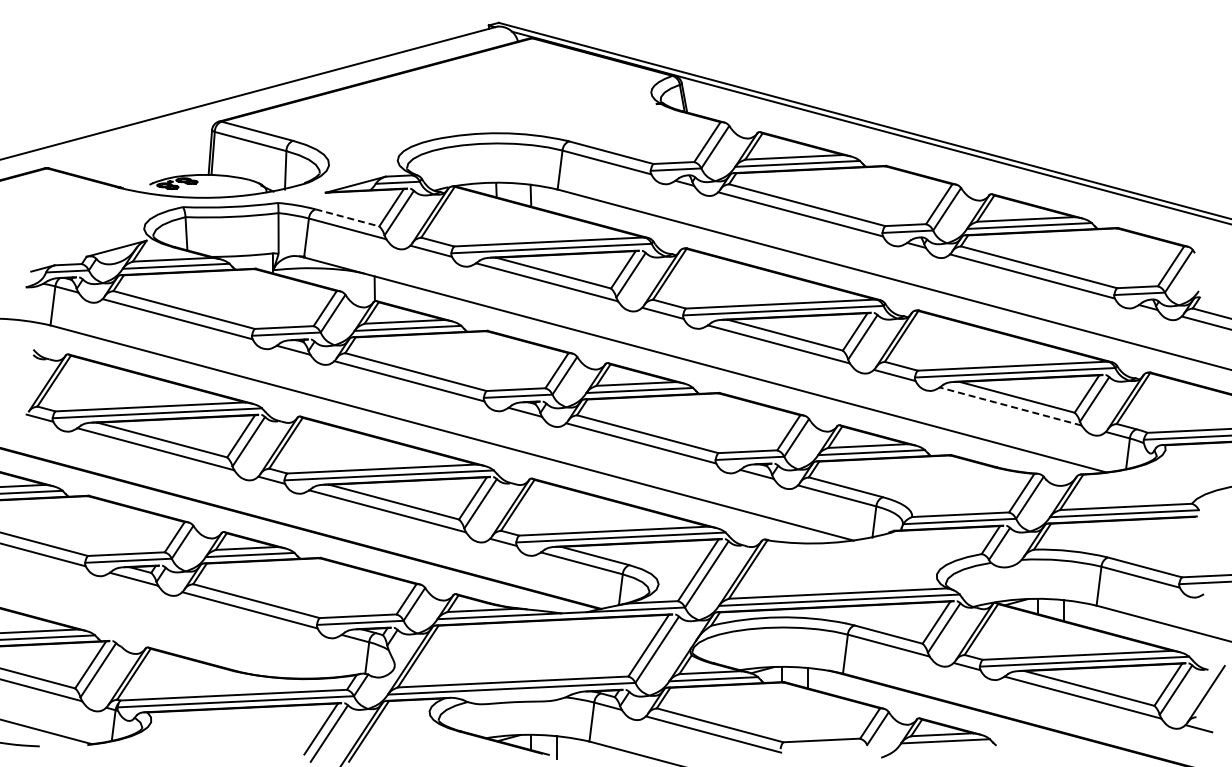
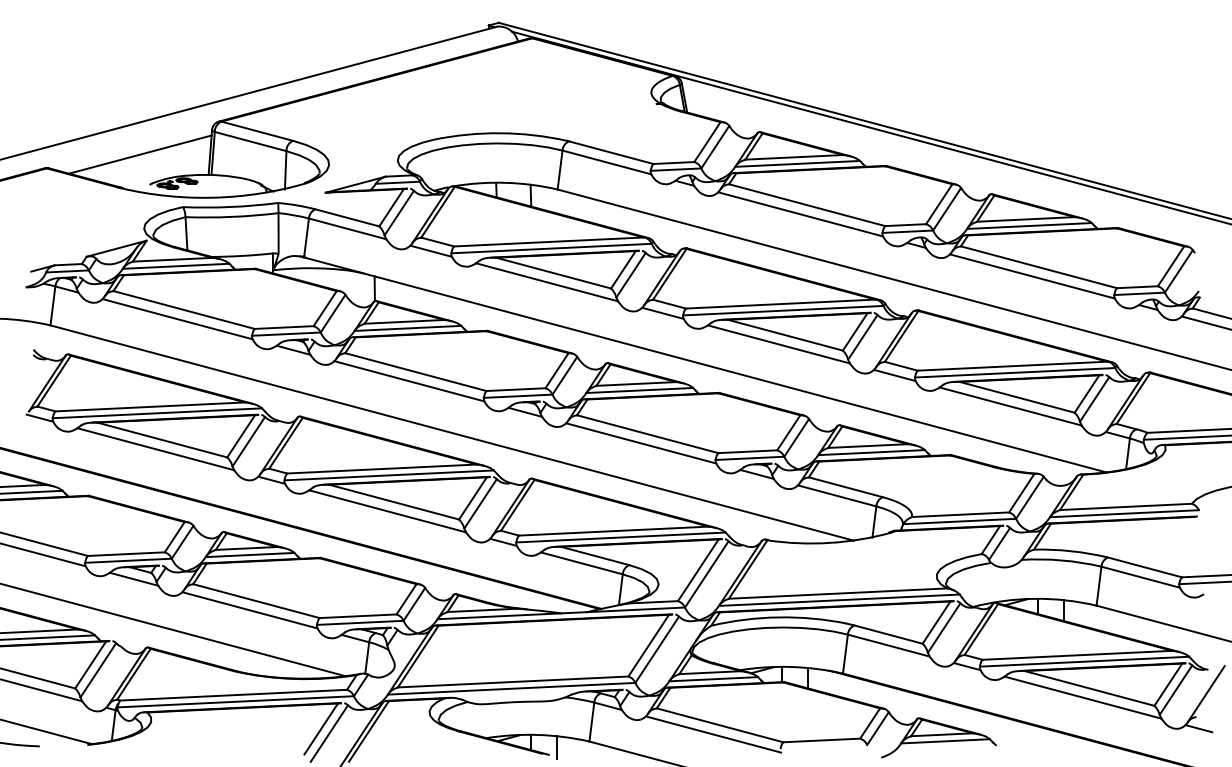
line at (140, 154): none -> present
line at (347, 217): dashed -> solid
line at (1010, 406): dashed -> solid
line at (173, 630): none -> present
